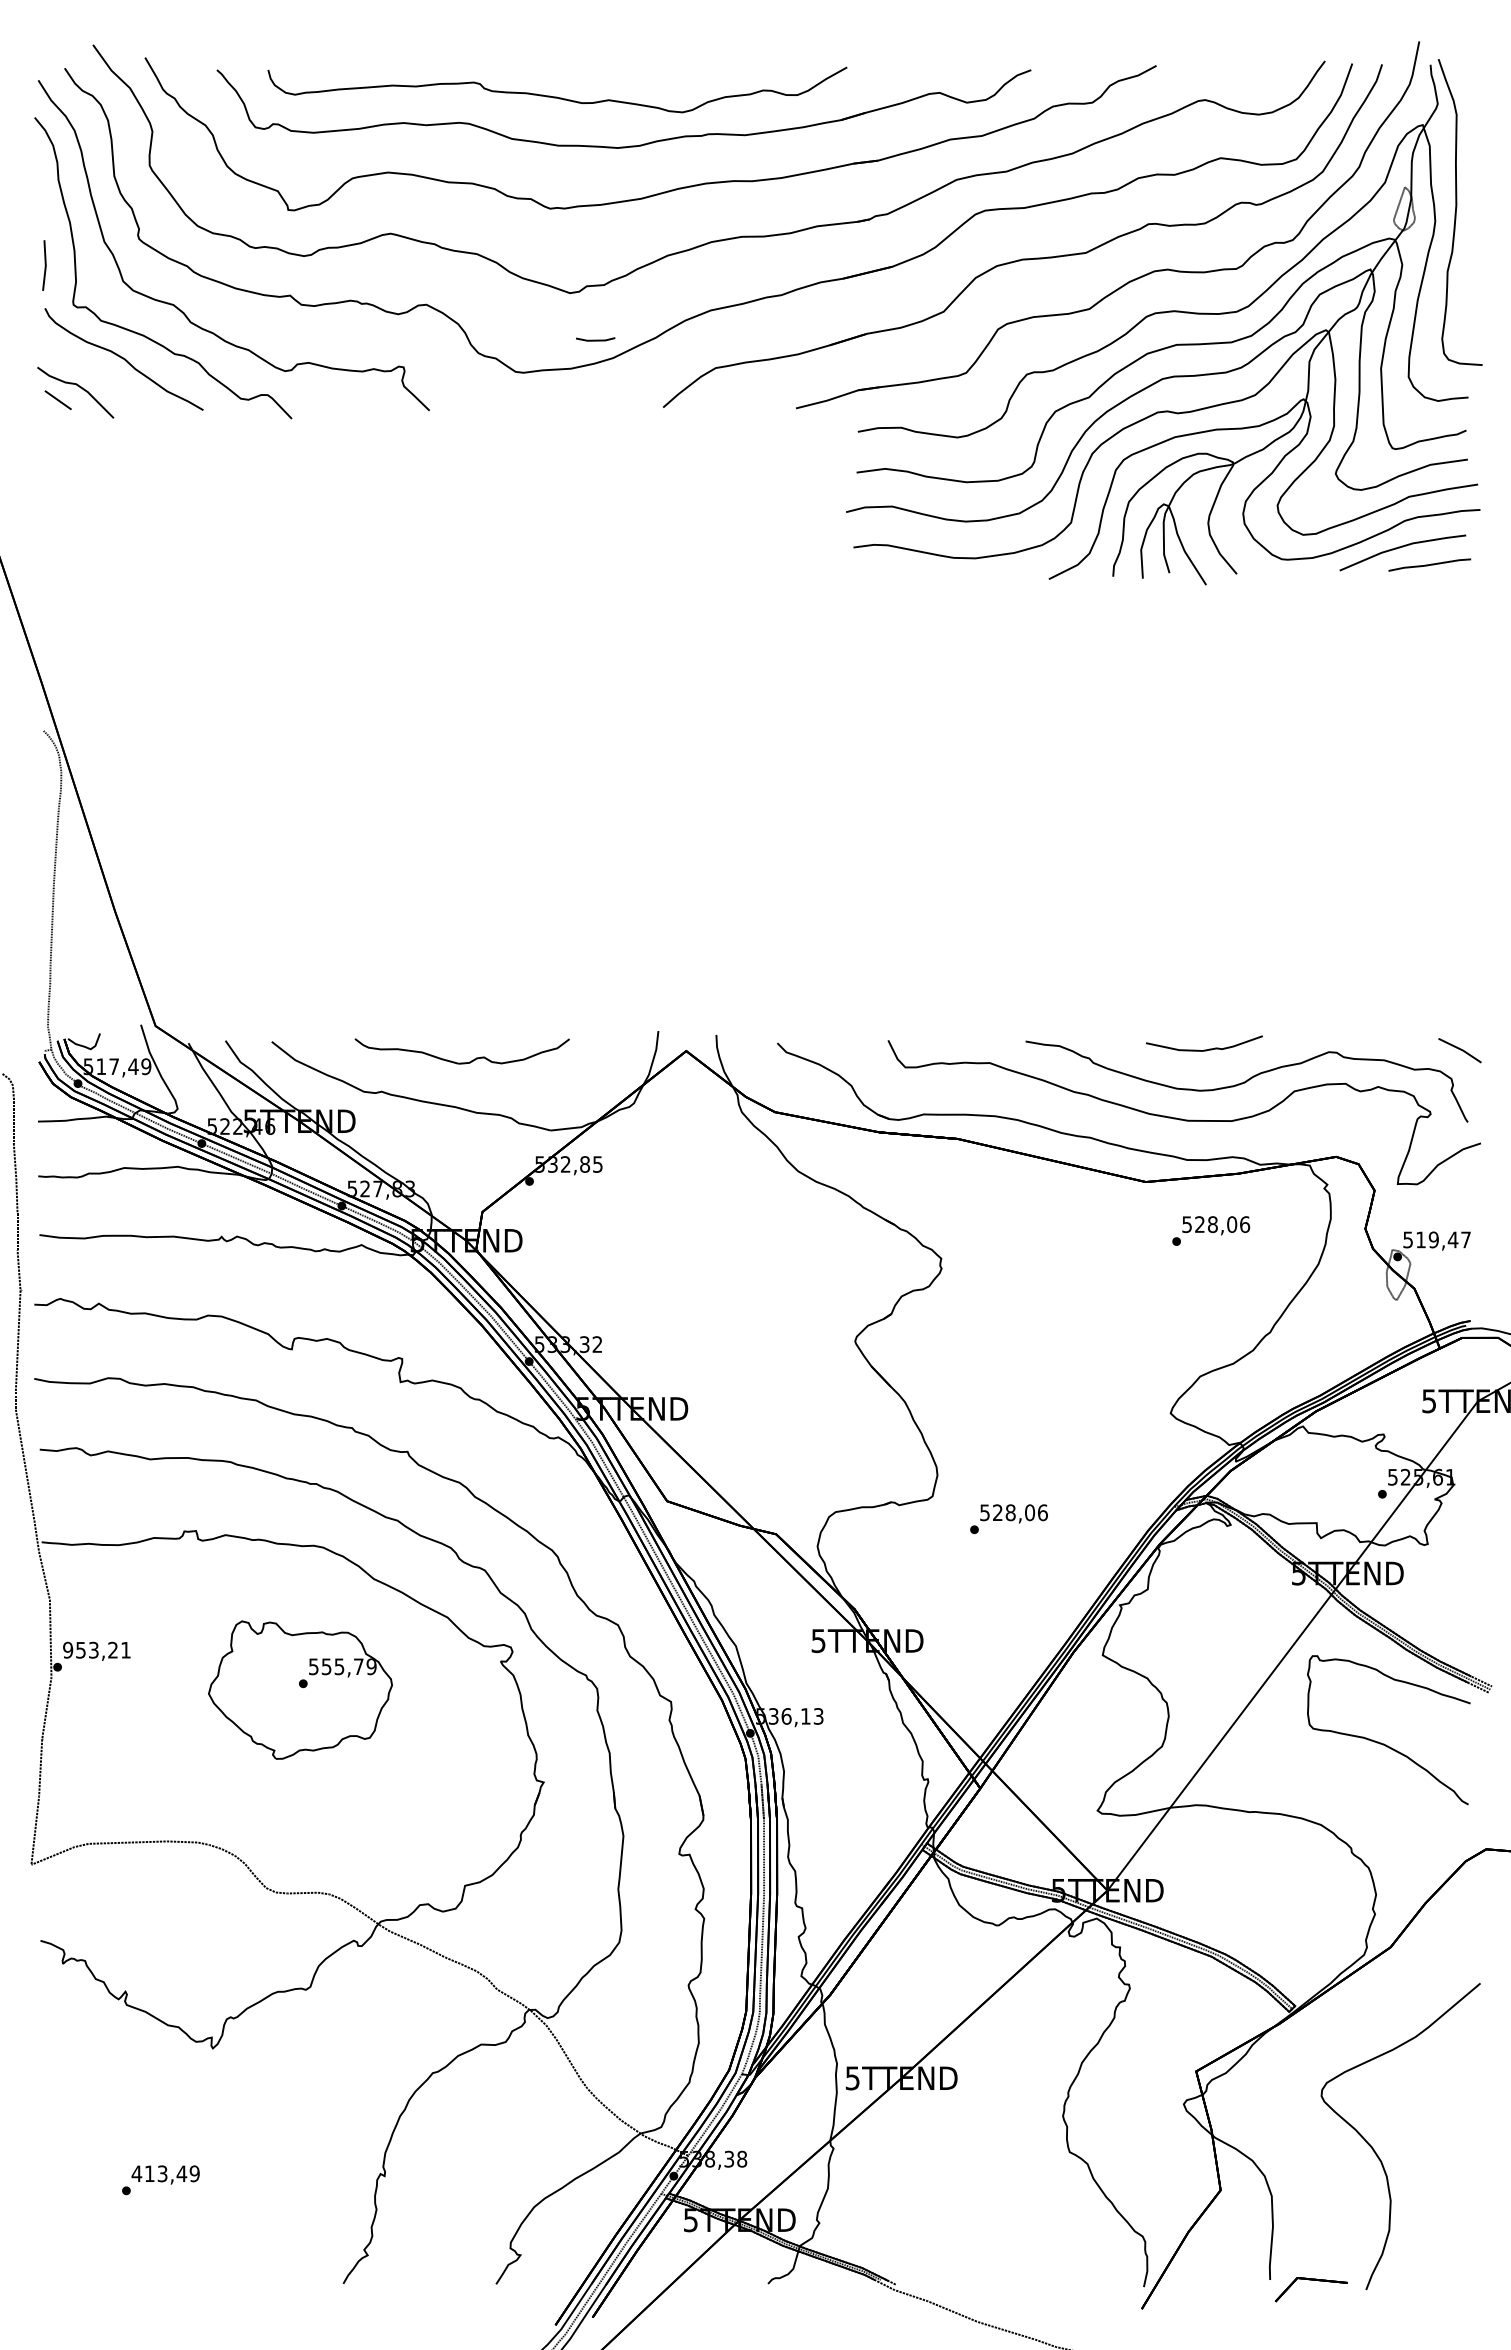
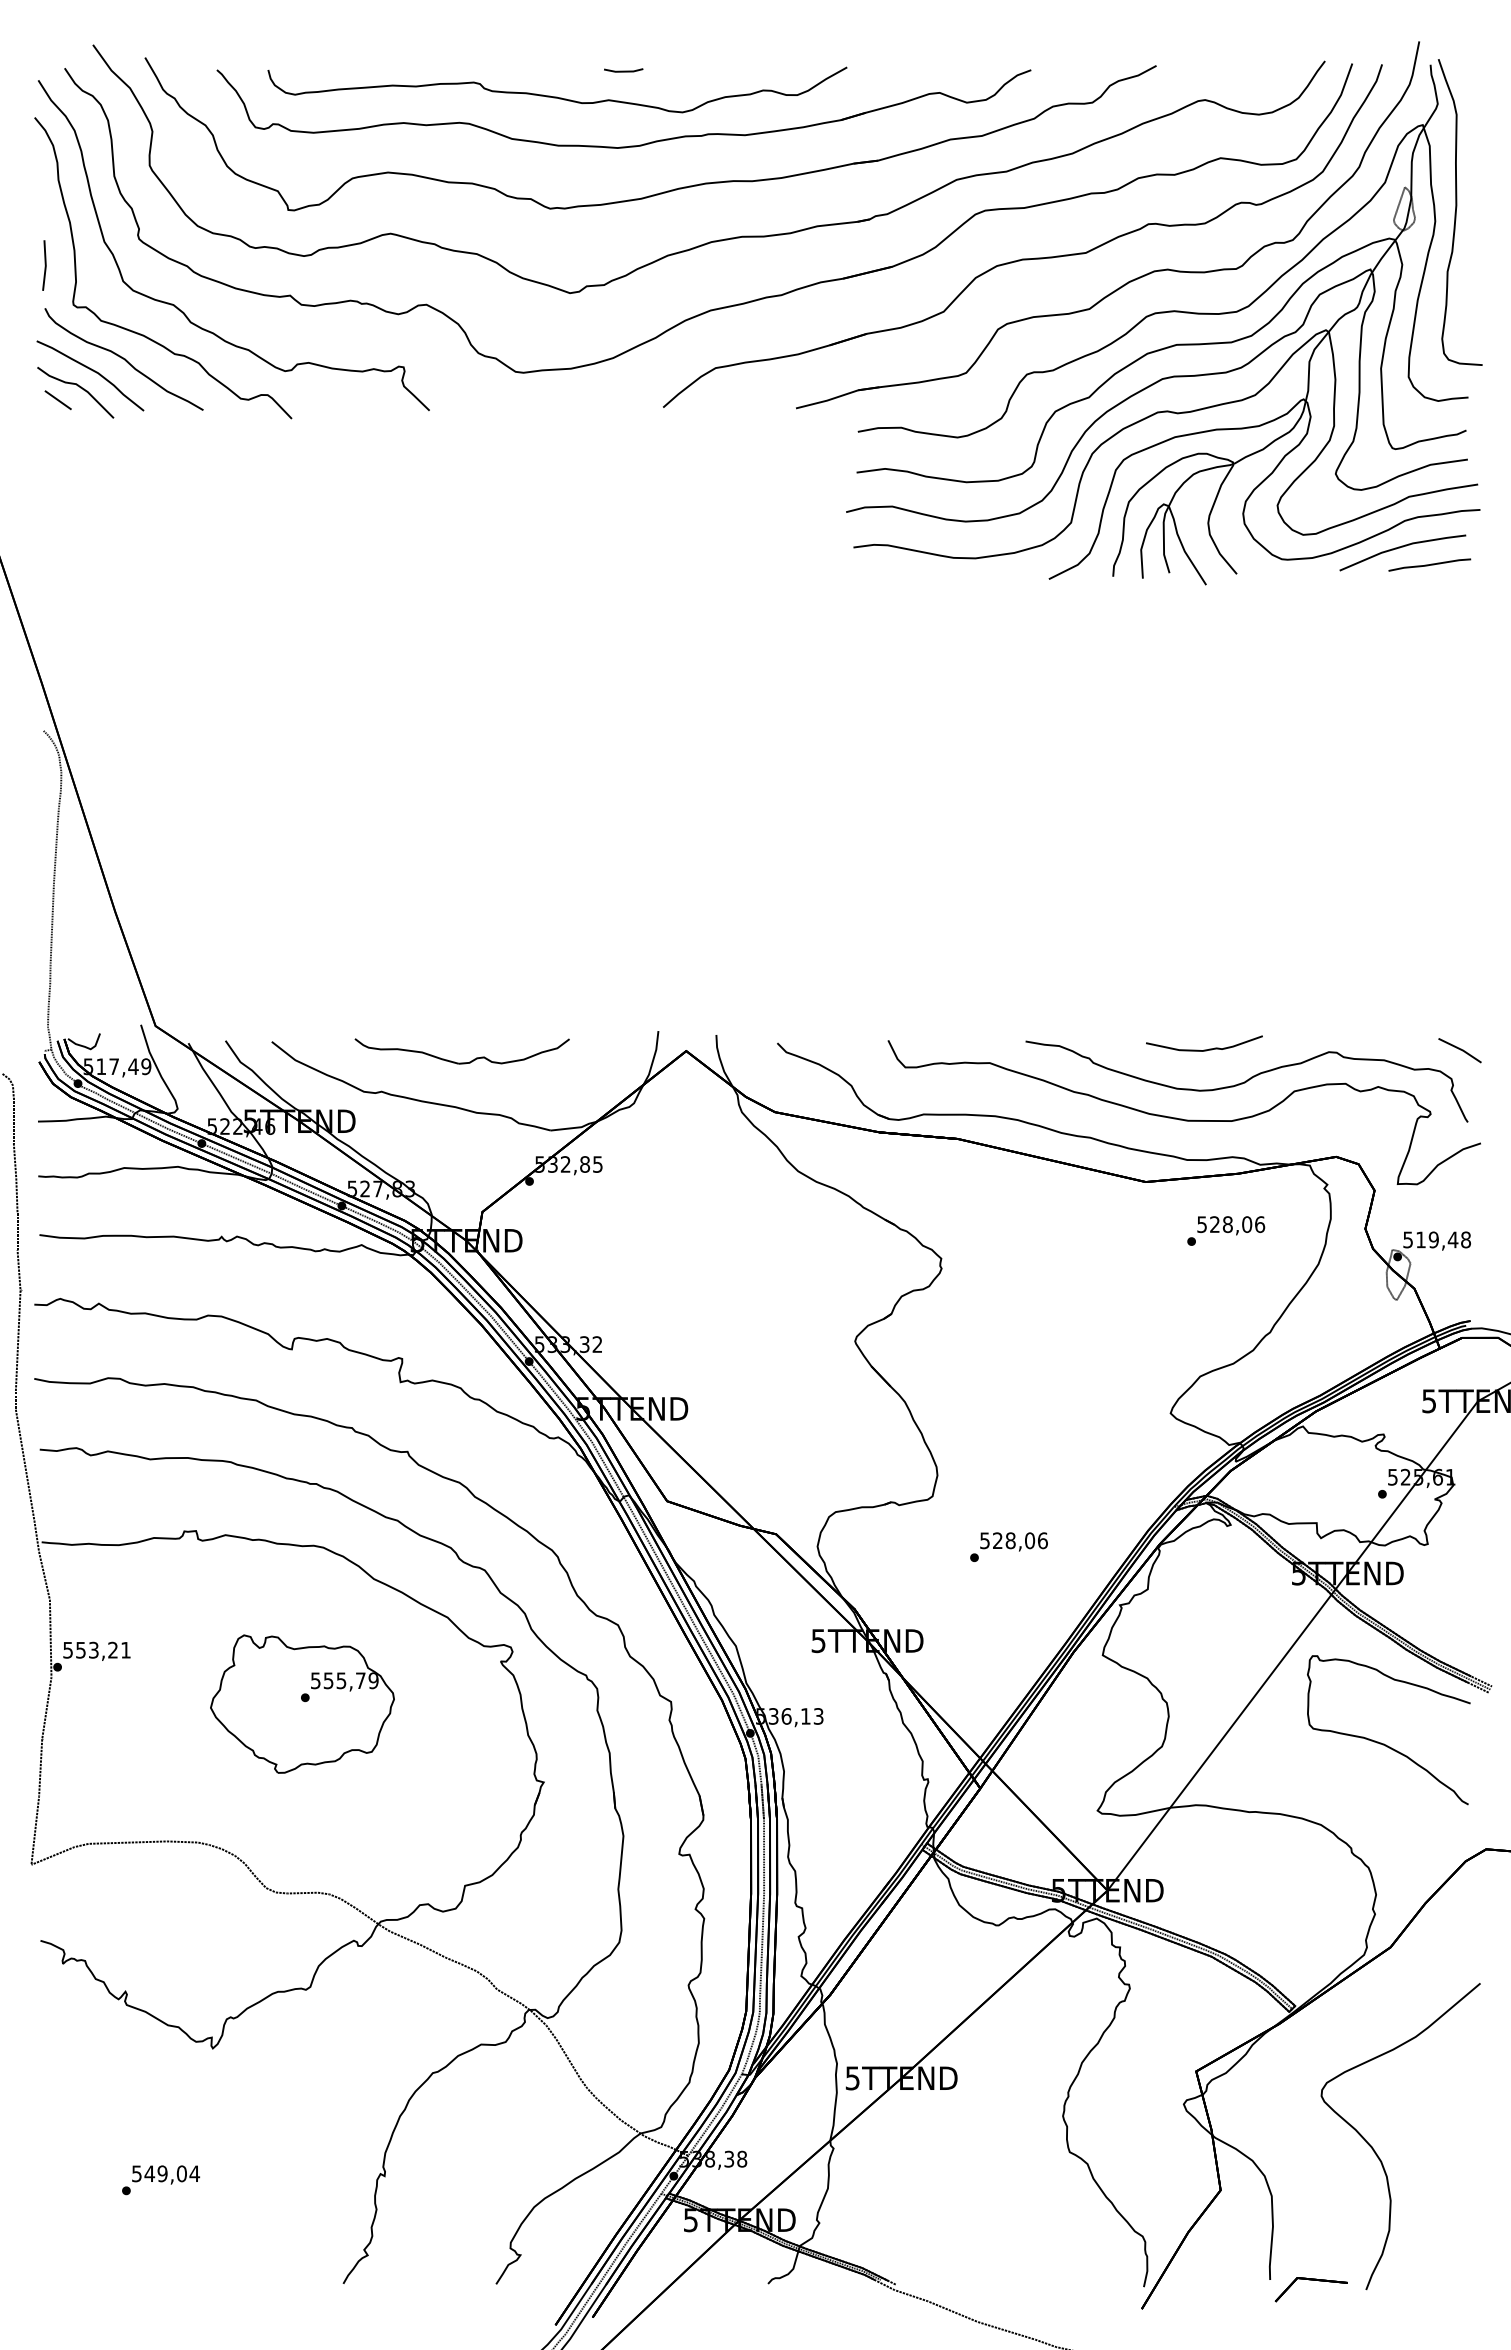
line at (595, 339) position: (595, 339) -> (623, 70)
part at (90, 375): none -> present
text at (1211, 1230) position: (1211, 1230) -> (1226, 1230)
text at (1466, 1239): 519,47 -> 519,48
text at (1008, 1518) position: (1008, 1518) -> (1008, 1546)
text at (68, 1649): 953,21 -> 553,21
part at (300, 1689) position: (300, 1689) -> (302, 1703)
text at (165, 2173): 413,49 -> 549,04
